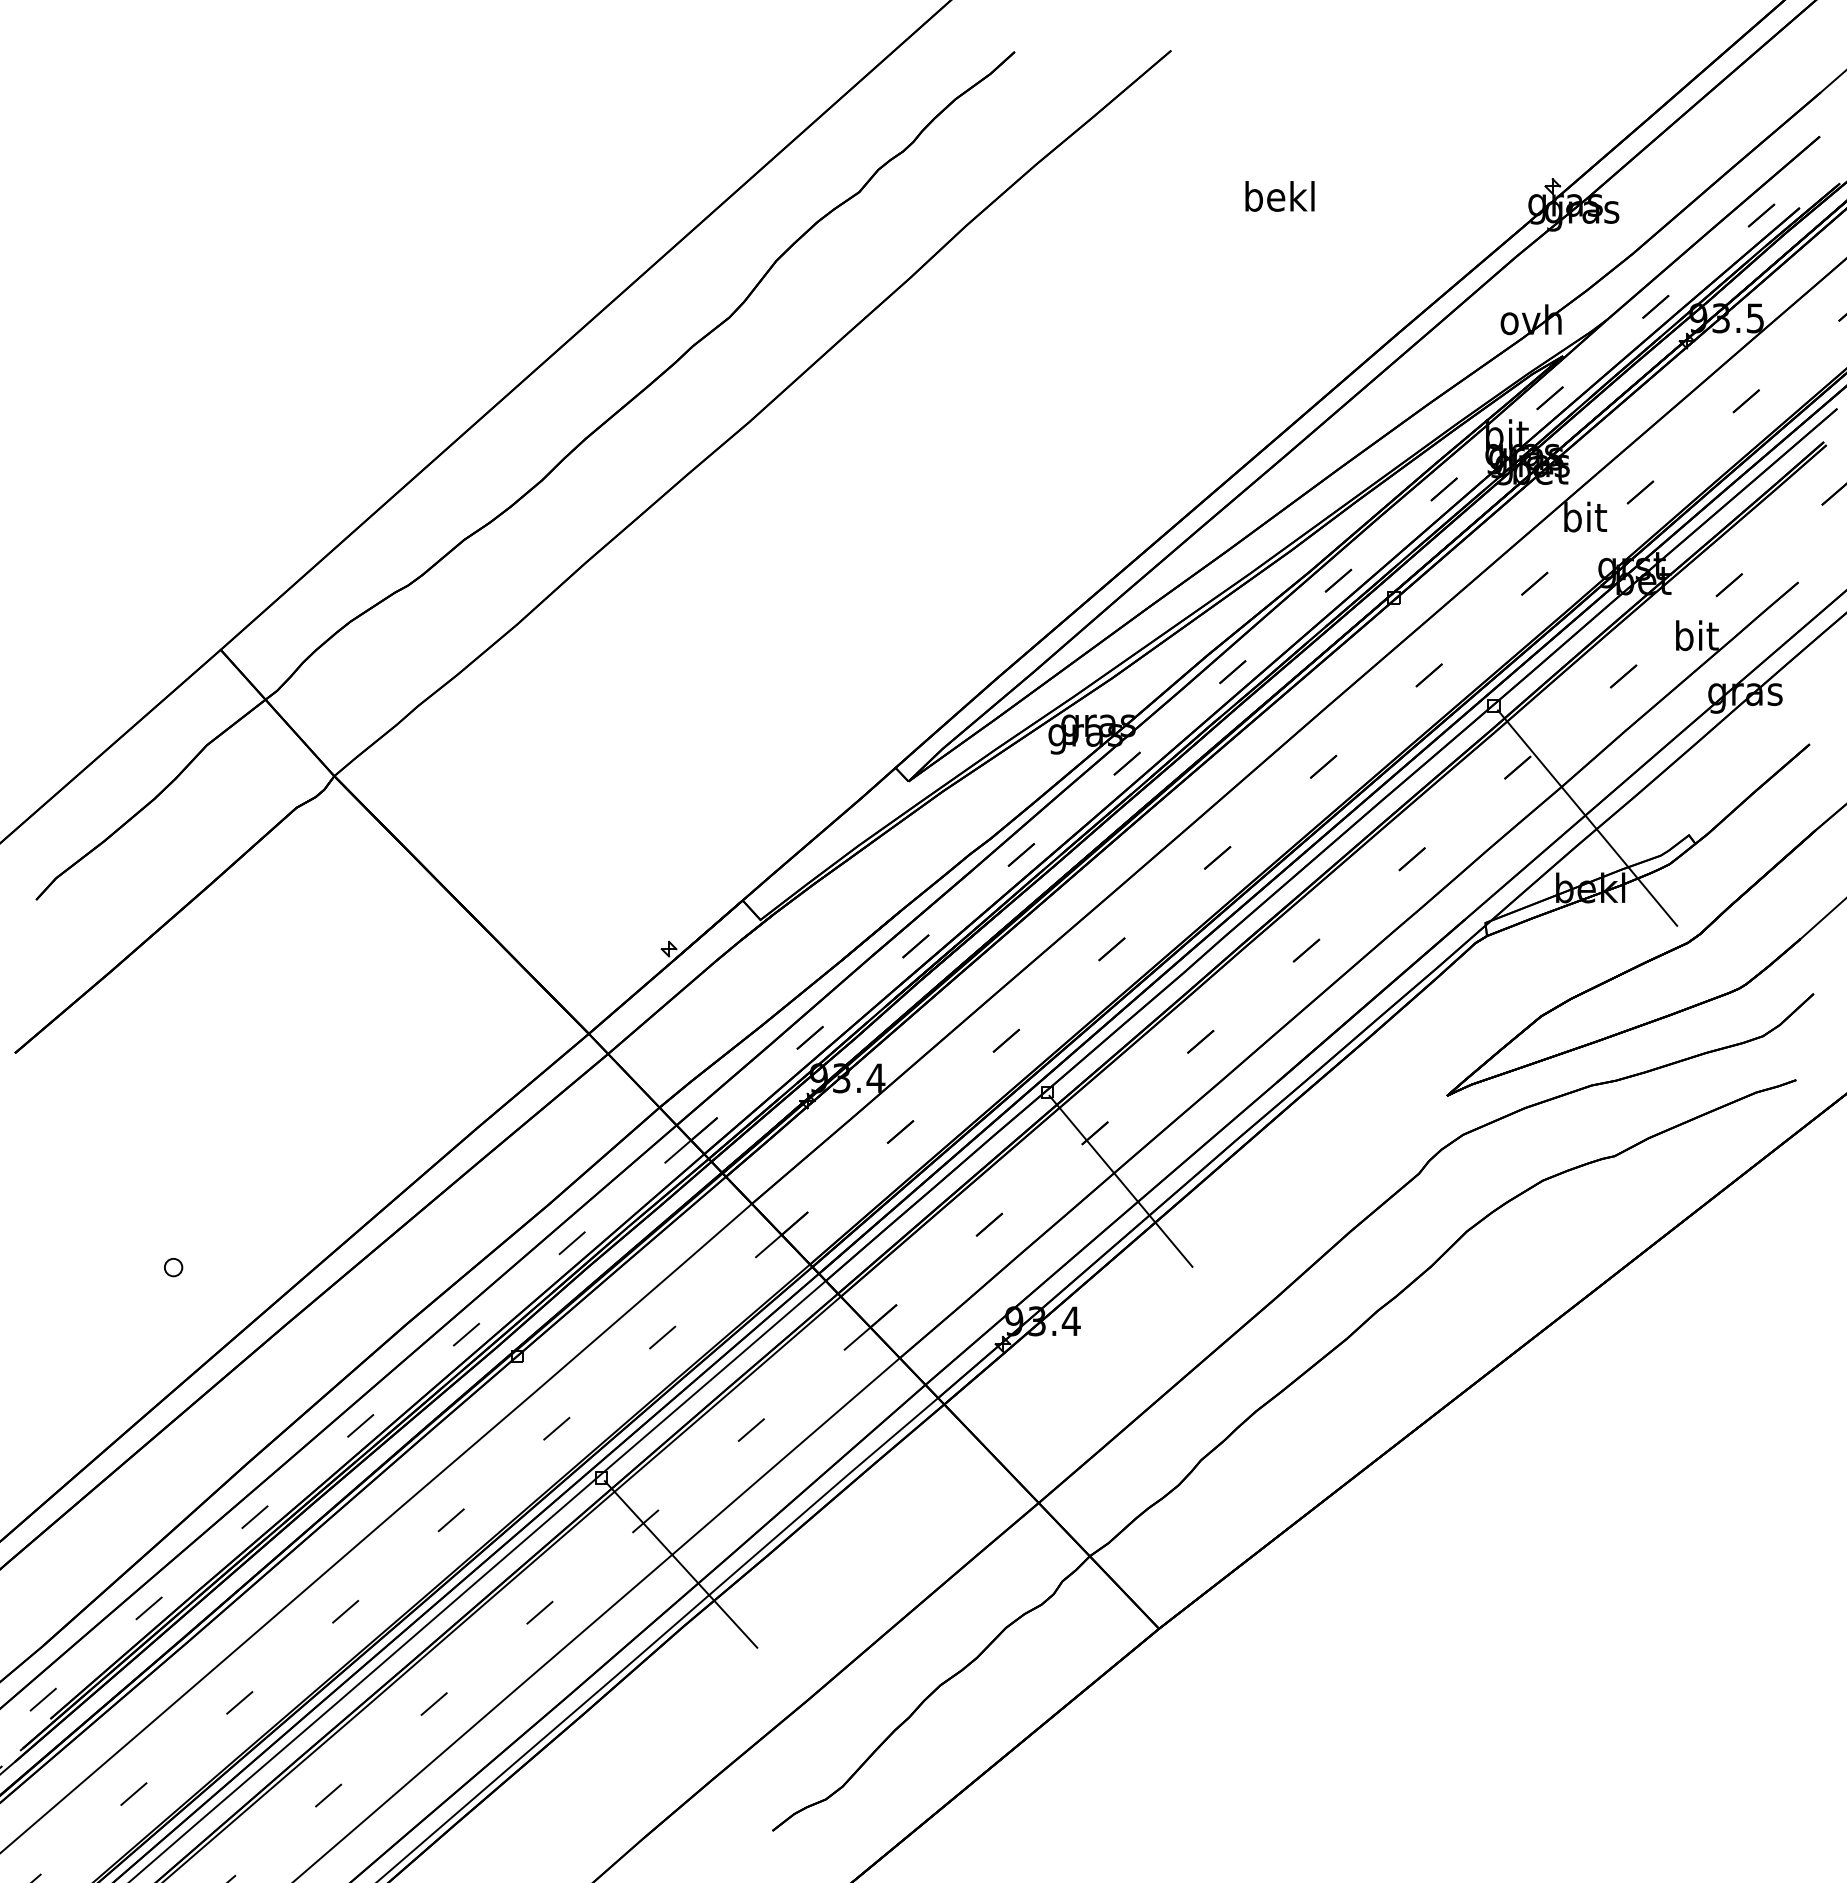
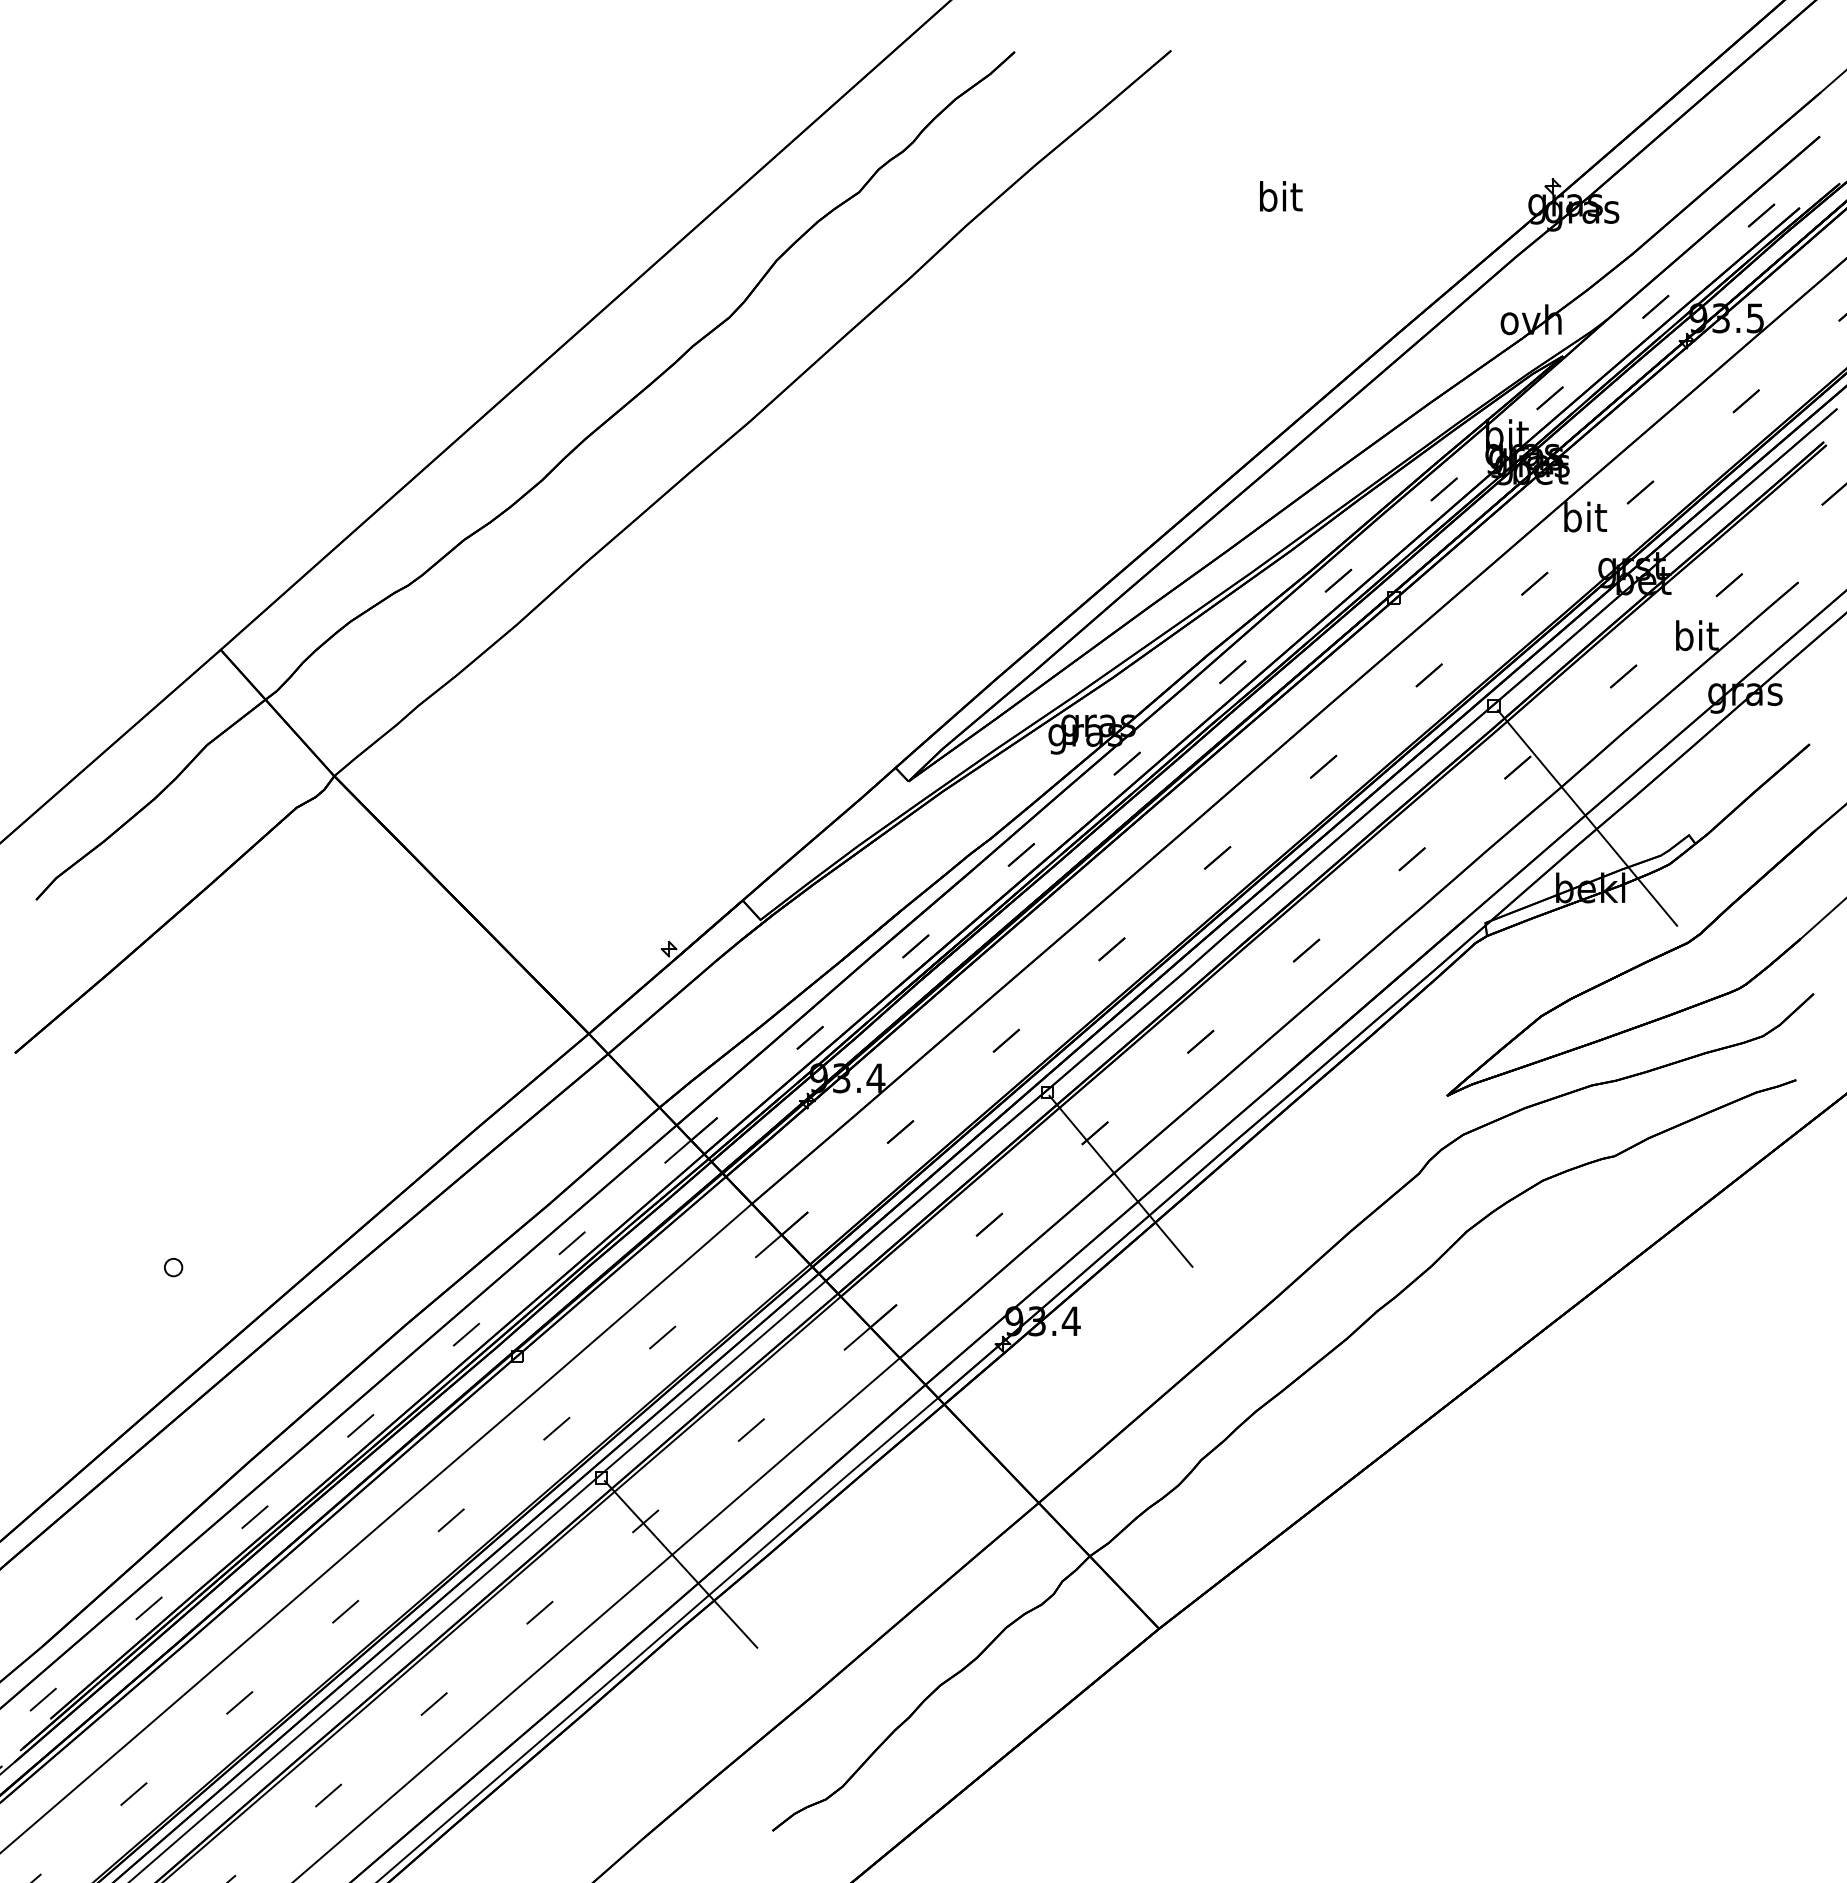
text at (1279, 196): bekl -> bit
